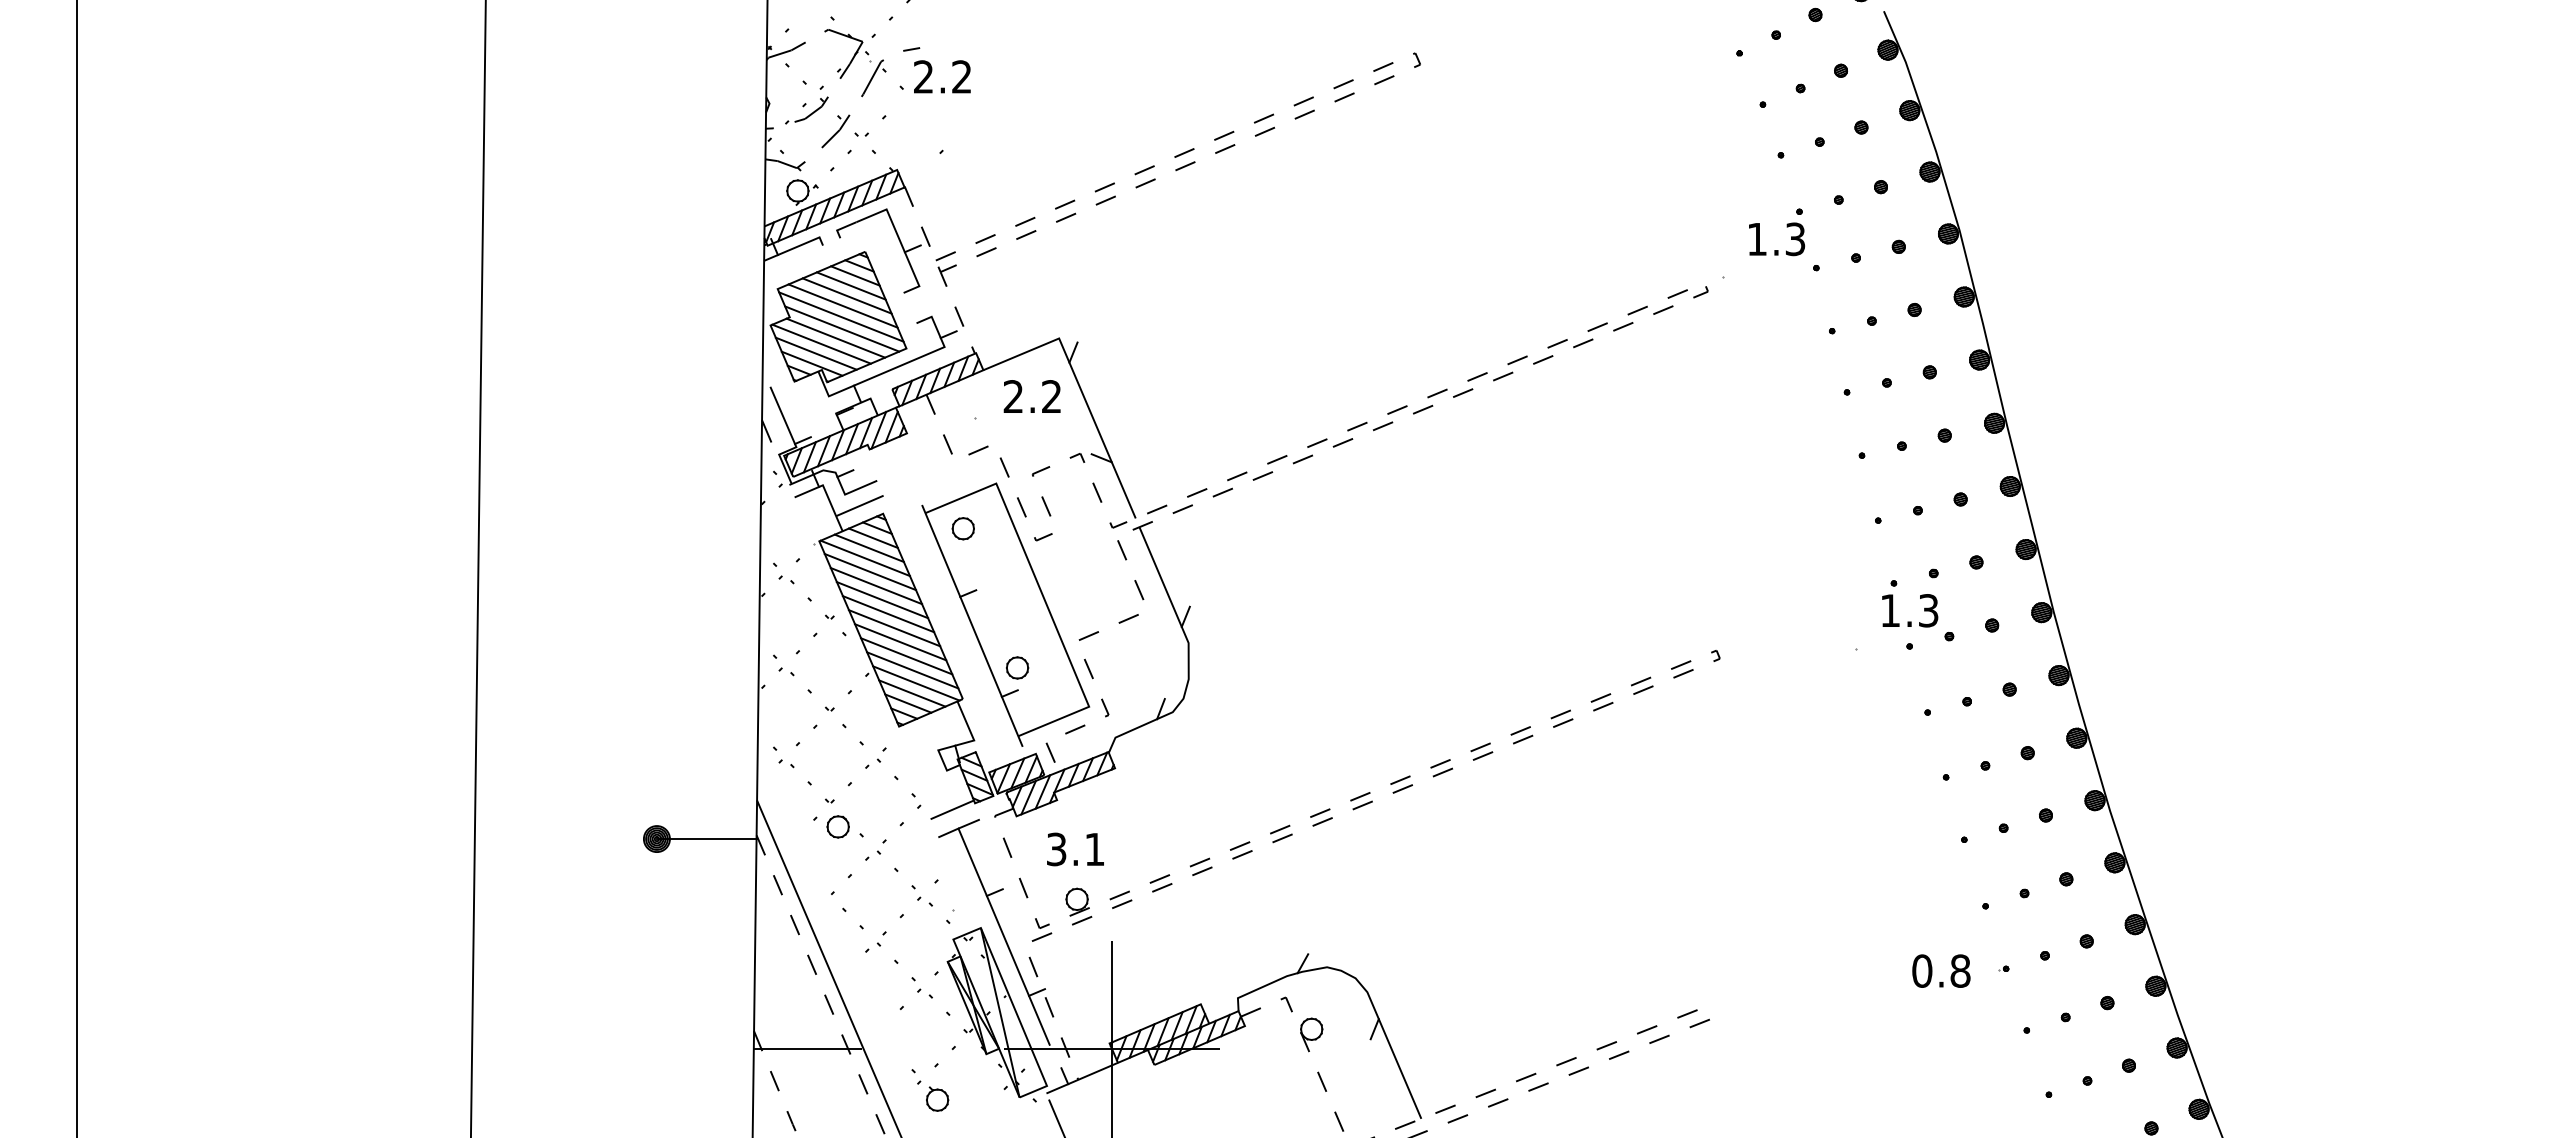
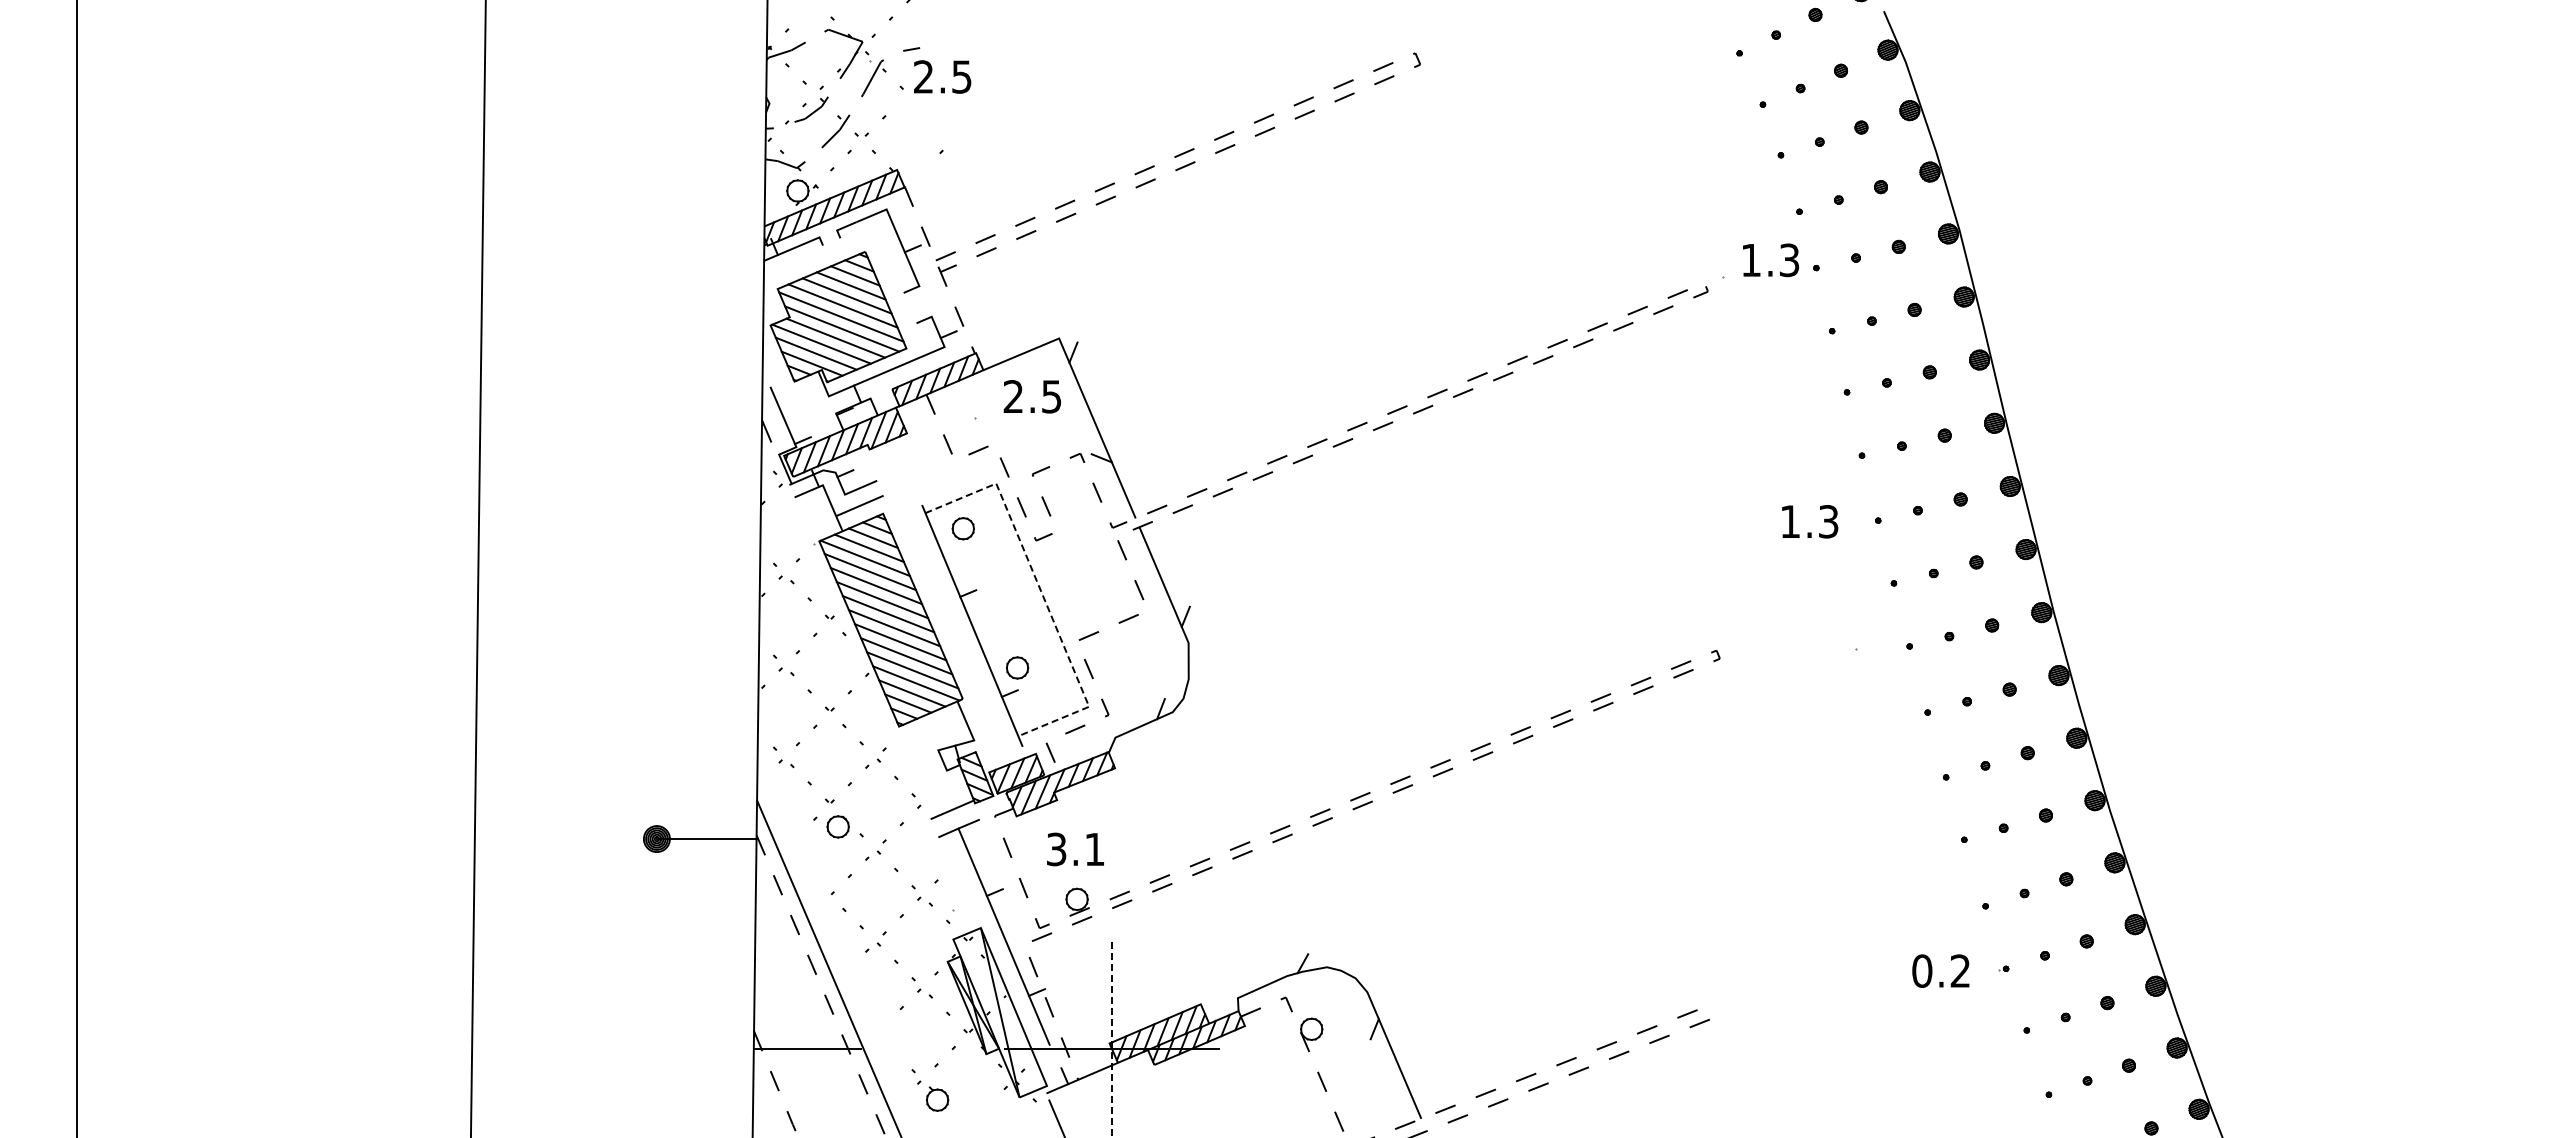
text at (961, 76): 2.2 -> 2.5
text at (1777, 239) position: (1777, 239) -> (1771, 260)
text at (1051, 396): 2.2 -> 2.5
line at (1042, 595): solid -> dashed
text at (1910, 610) position: (1910, 610) -> (1810, 521)
text at (1960, 970): 0.8 -> 0.2
line at (1111, 1038): solid -> dashed
